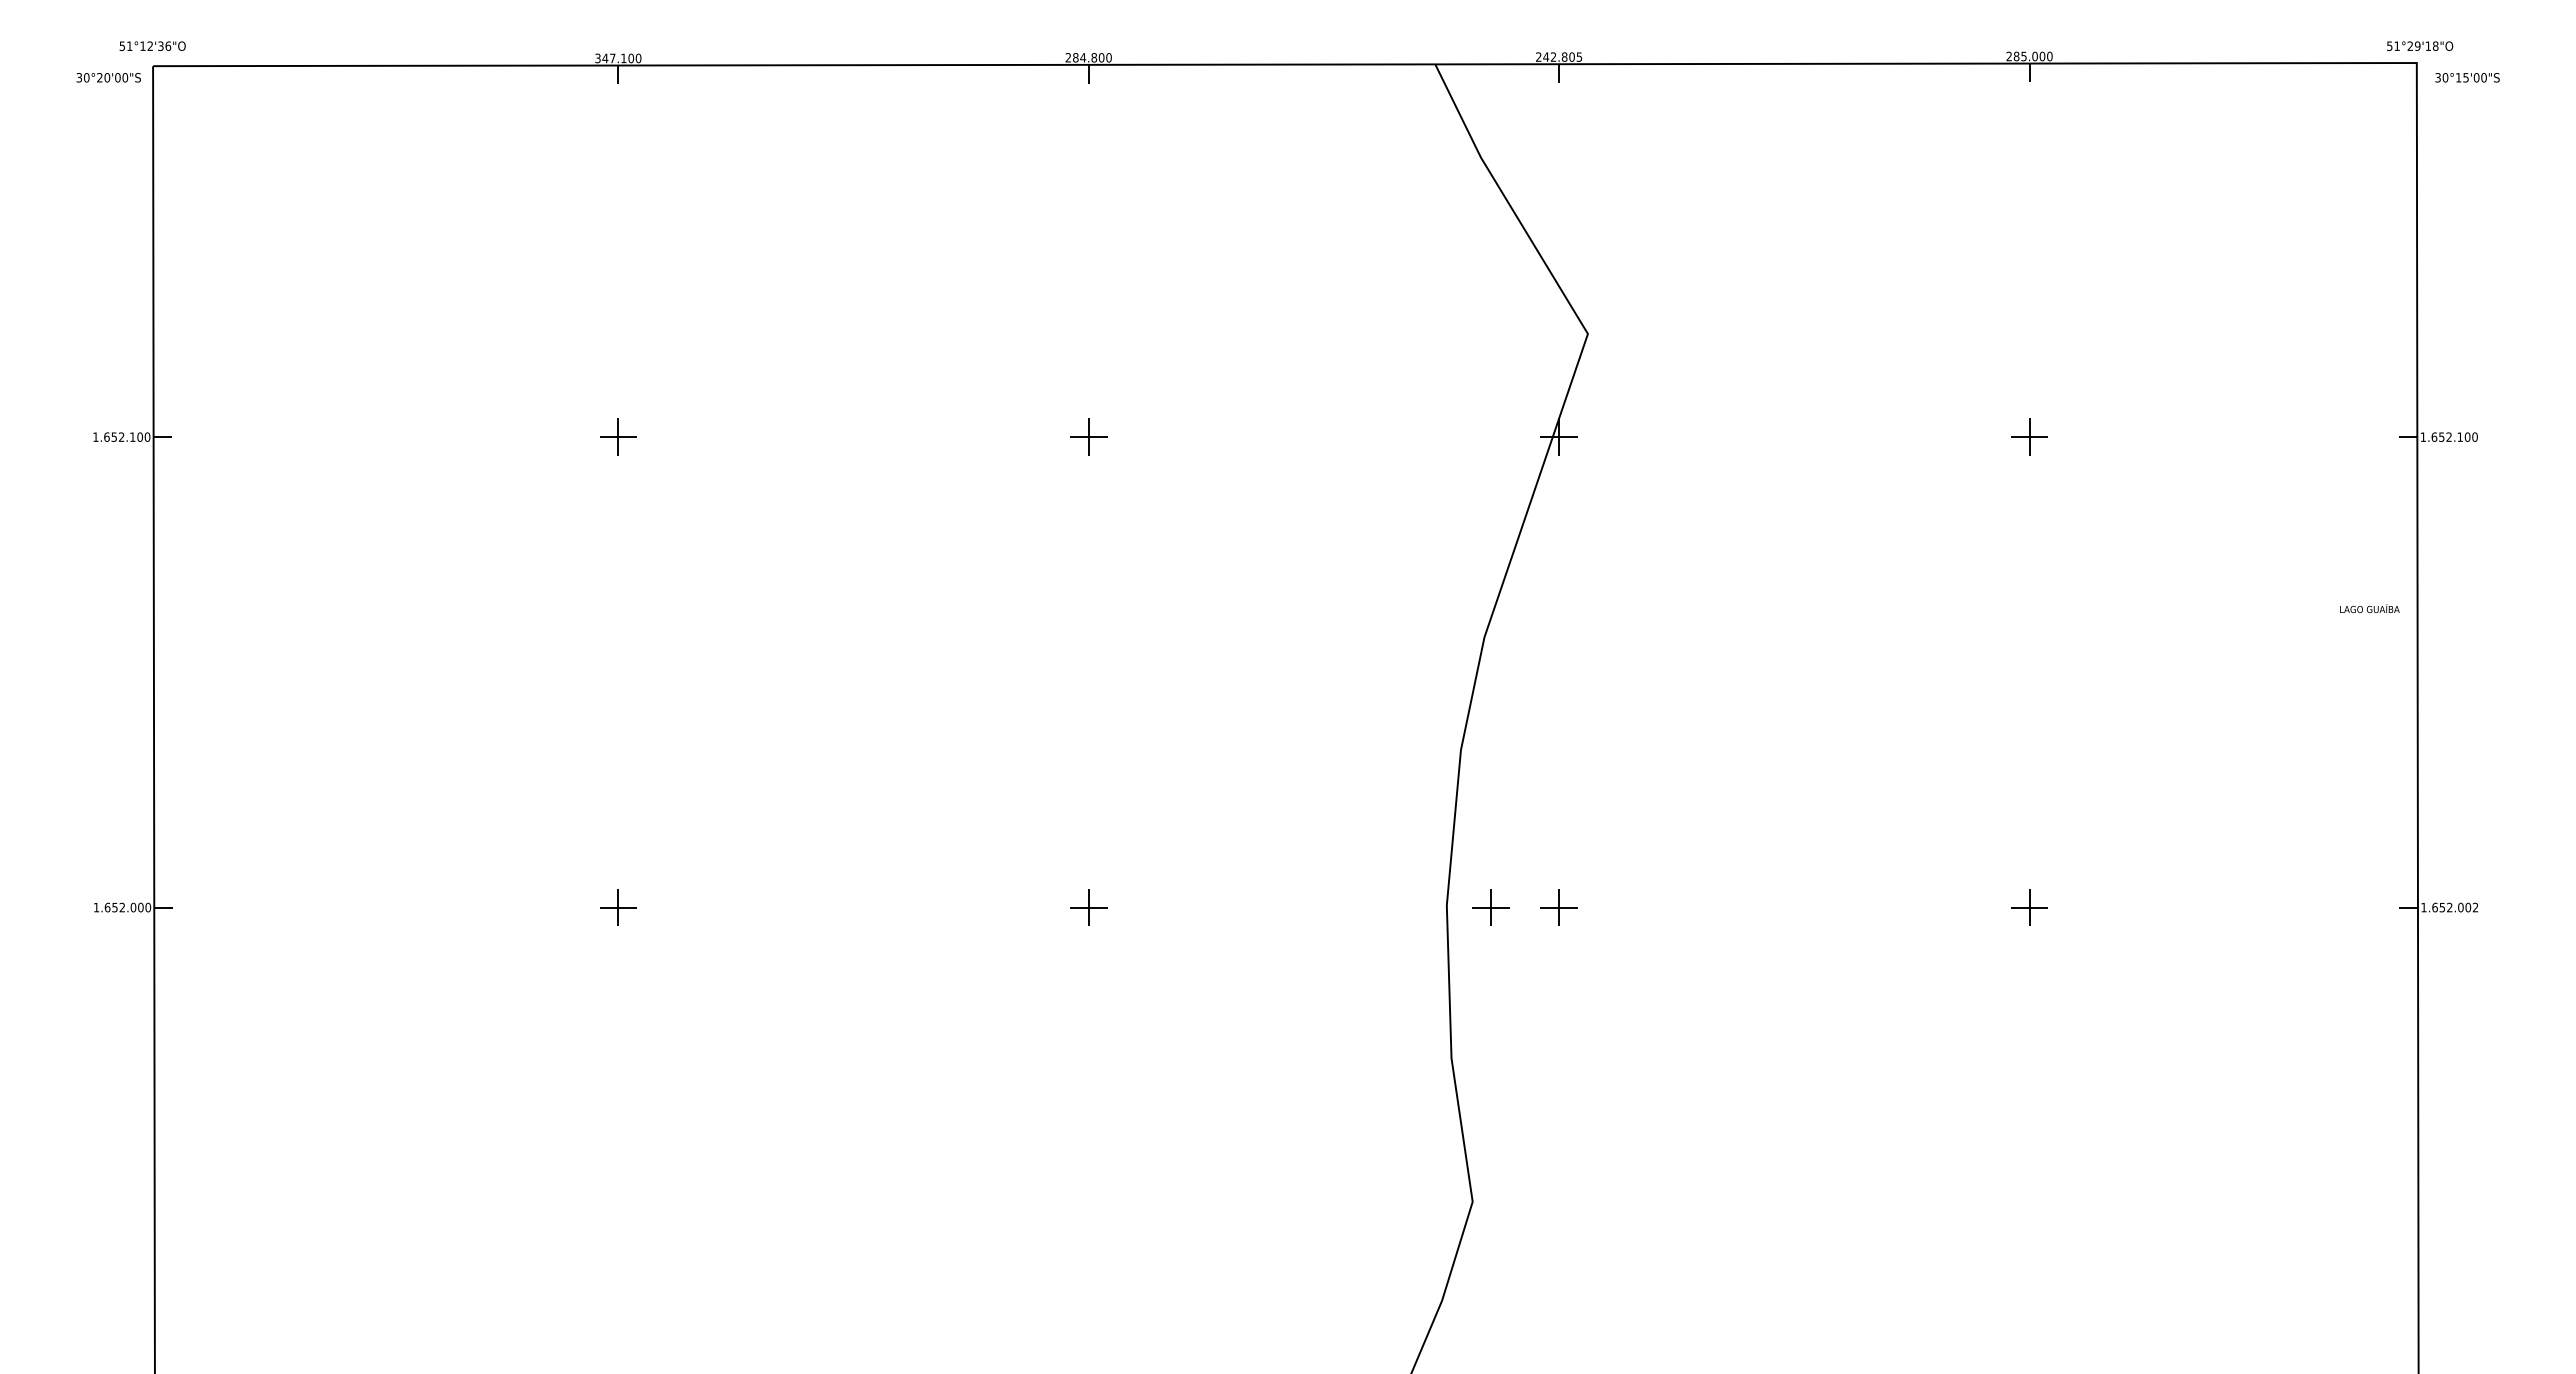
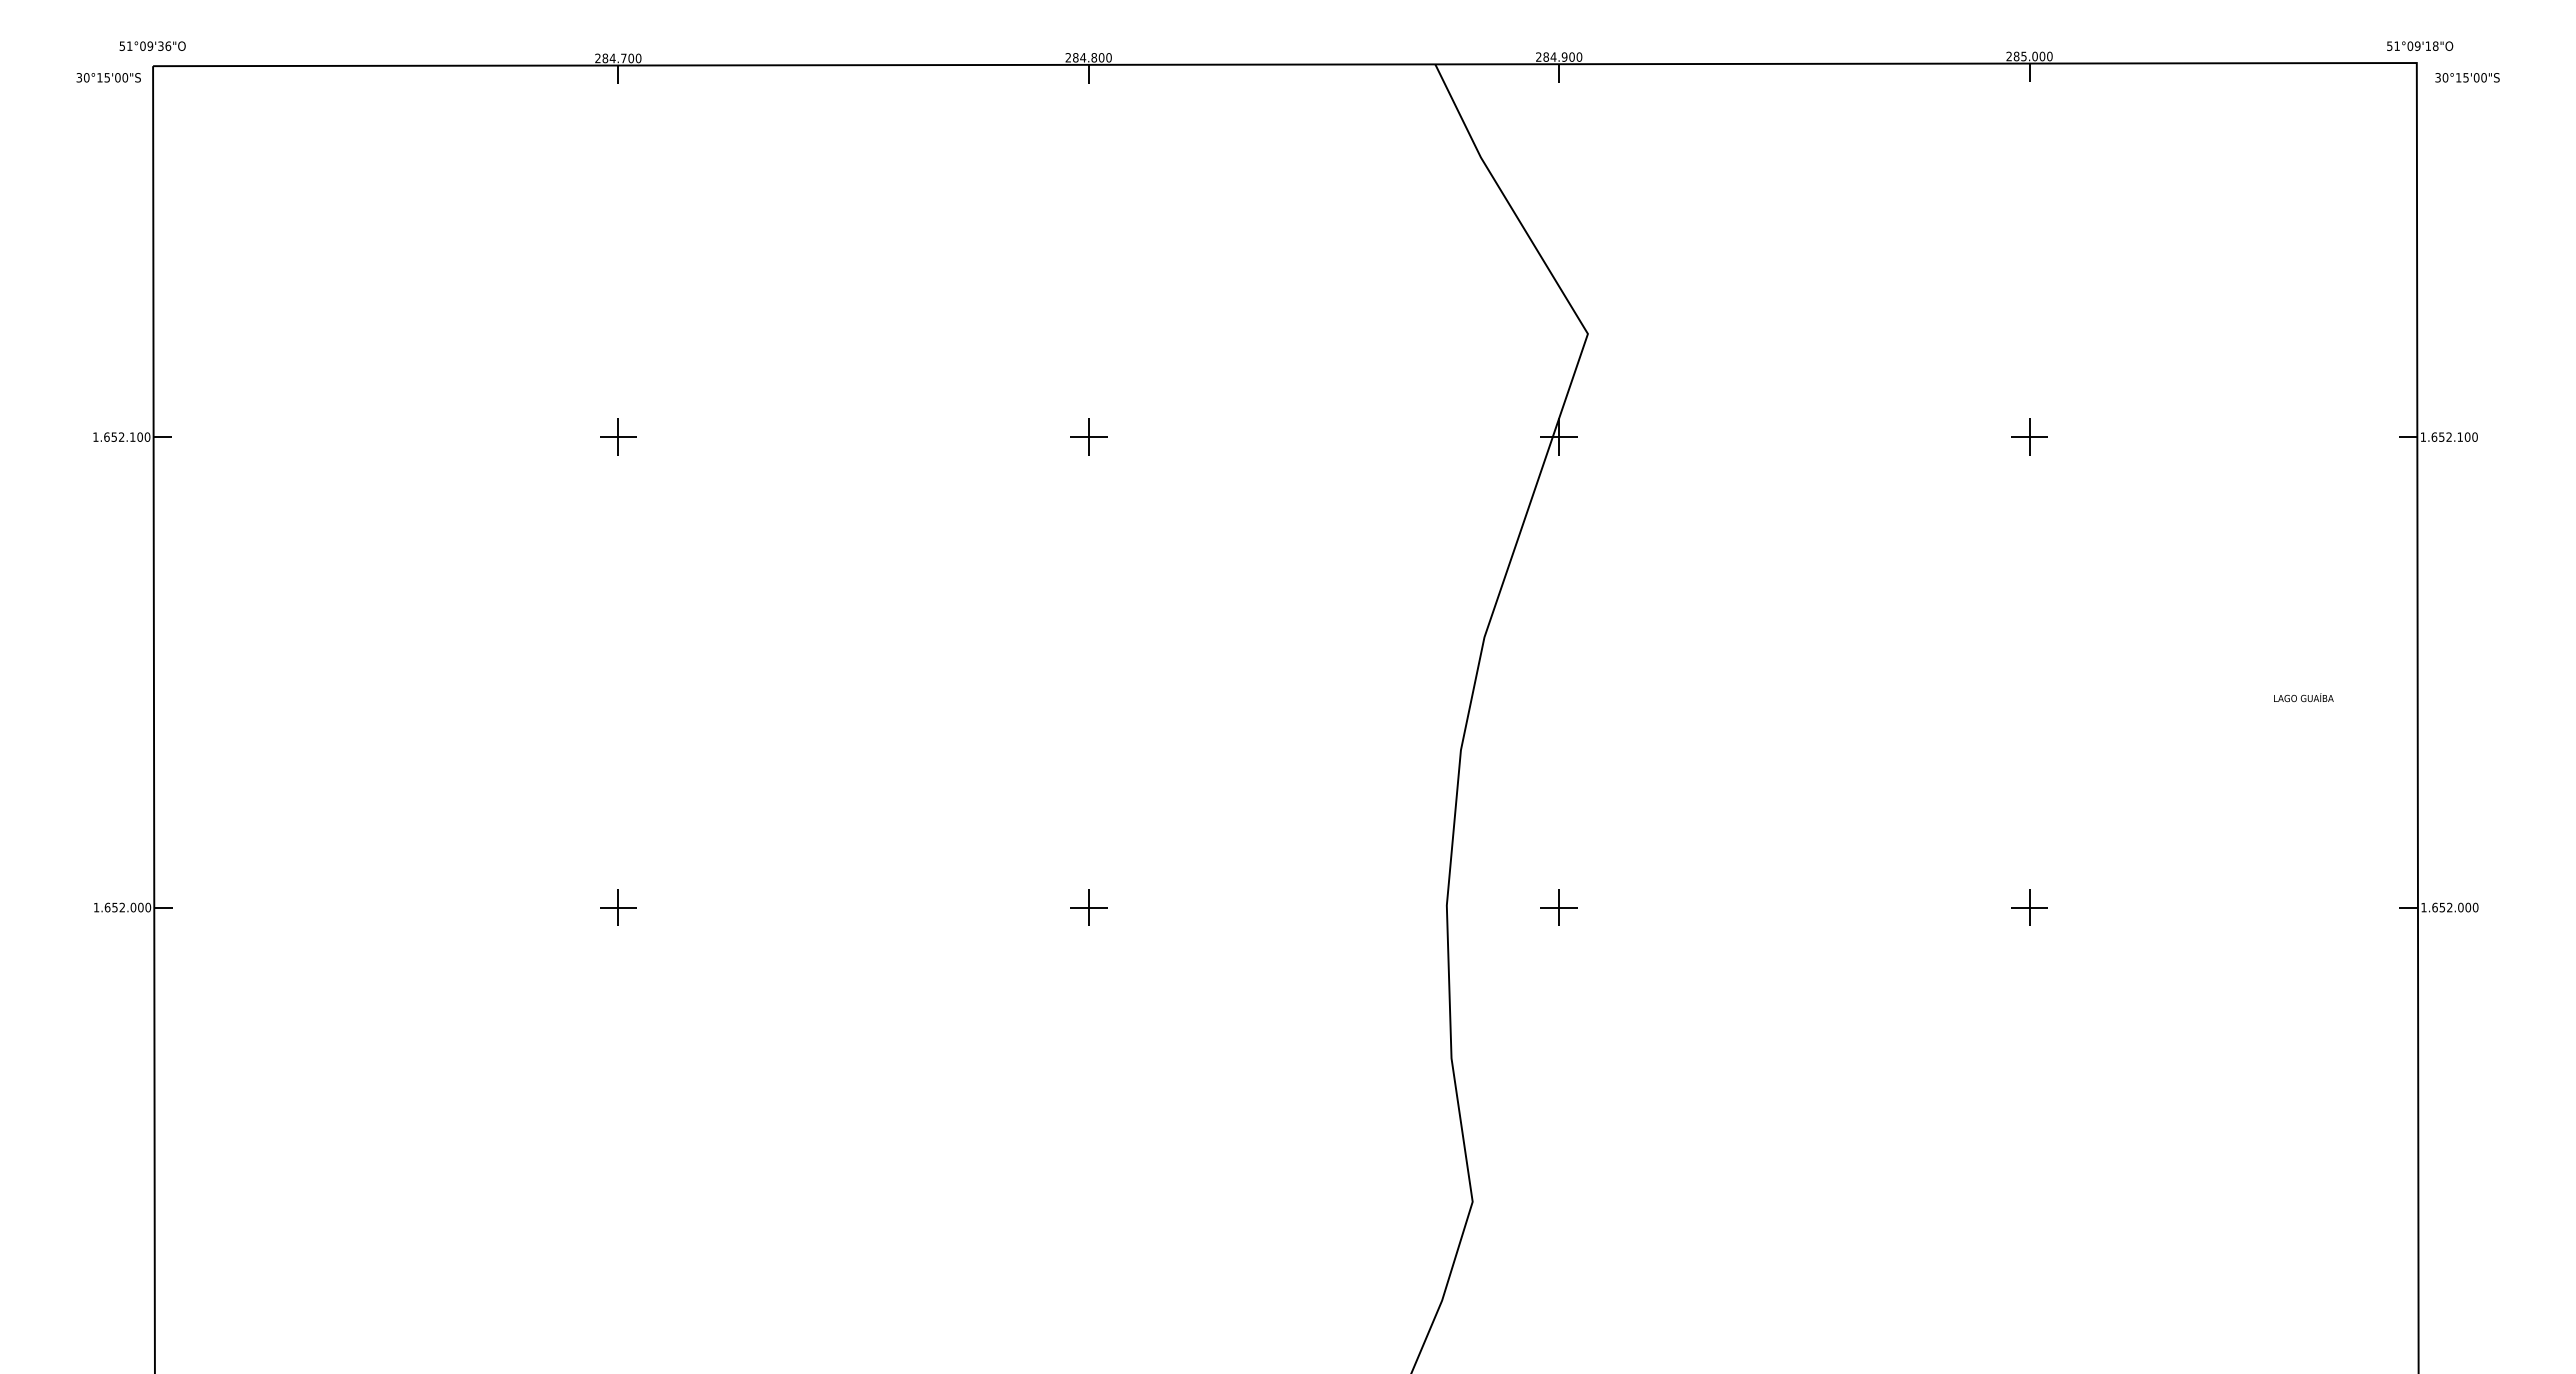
text at (146, 45): 51°12'36"O -> 51°09'36"O
text at (2410, 45): 51°29'18"O -> 51°09'18"O
text at (1562, 56): 242.805 -> 284.900
text at (610, 58): 347.100 -> 284.700
text at (103, 77): 30°20'00"S -> 30°15'00"S
text at (2369, 608) position: (2369, 608) -> (2303, 697)
part at (1490, 907): present -> none
text at (2475, 907): 1.652.002 -> 1.652.000
